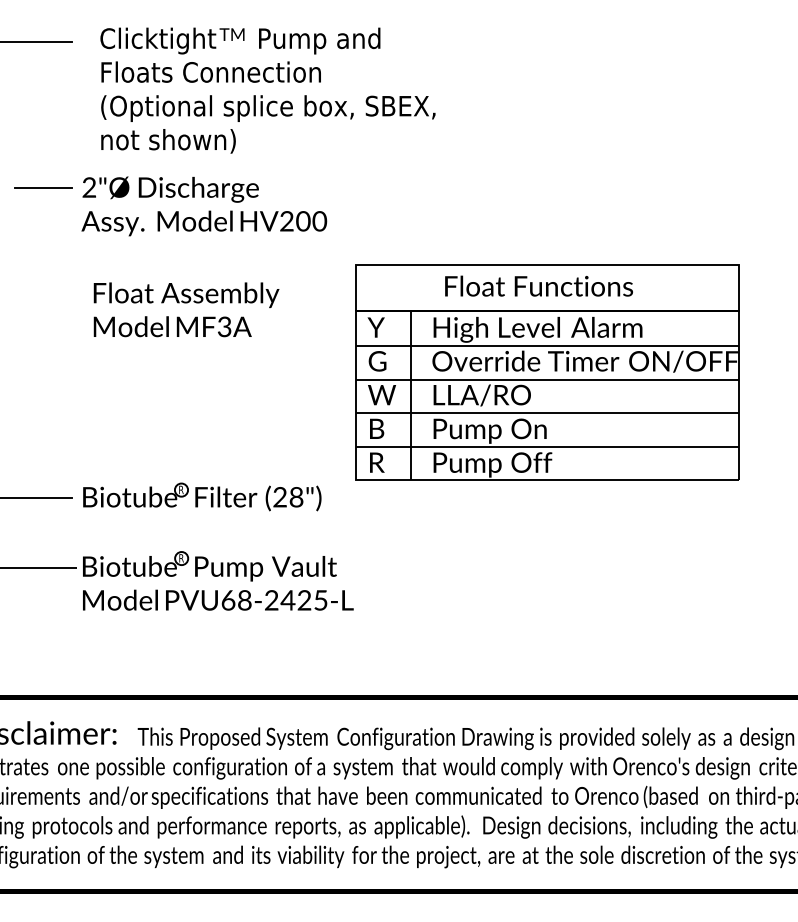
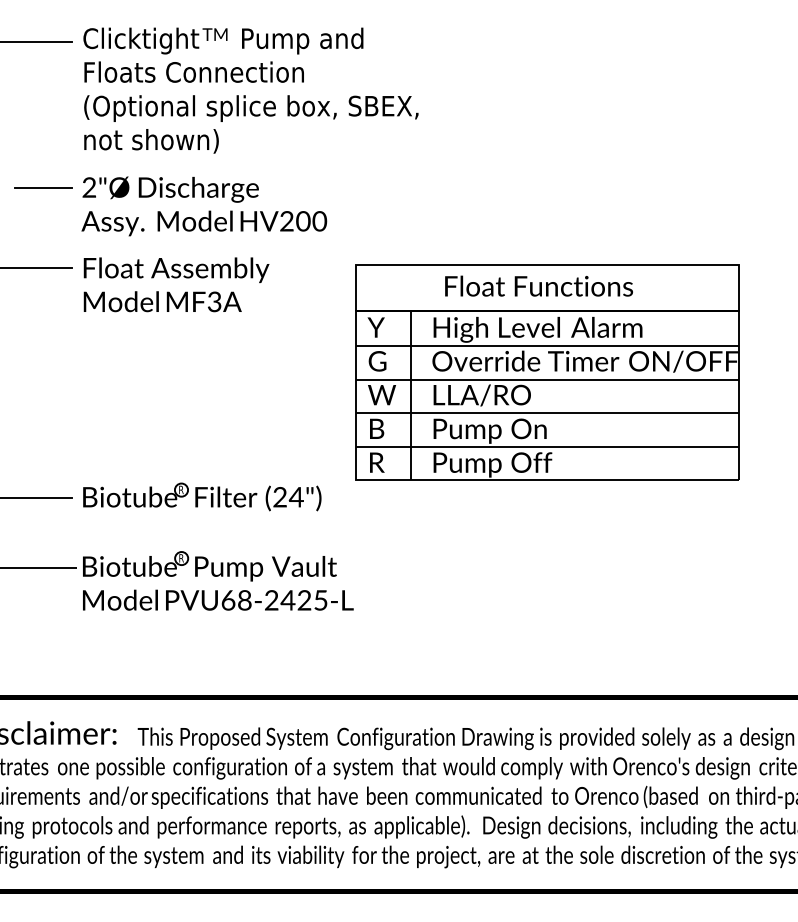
text at (267, 90) position: (267, 90) -> (250, 90)
line at (37, 268): none -> present
text at (186, 309) position: (186, 309) -> (176, 284)
text at (295, 497): (28") -> (24")
